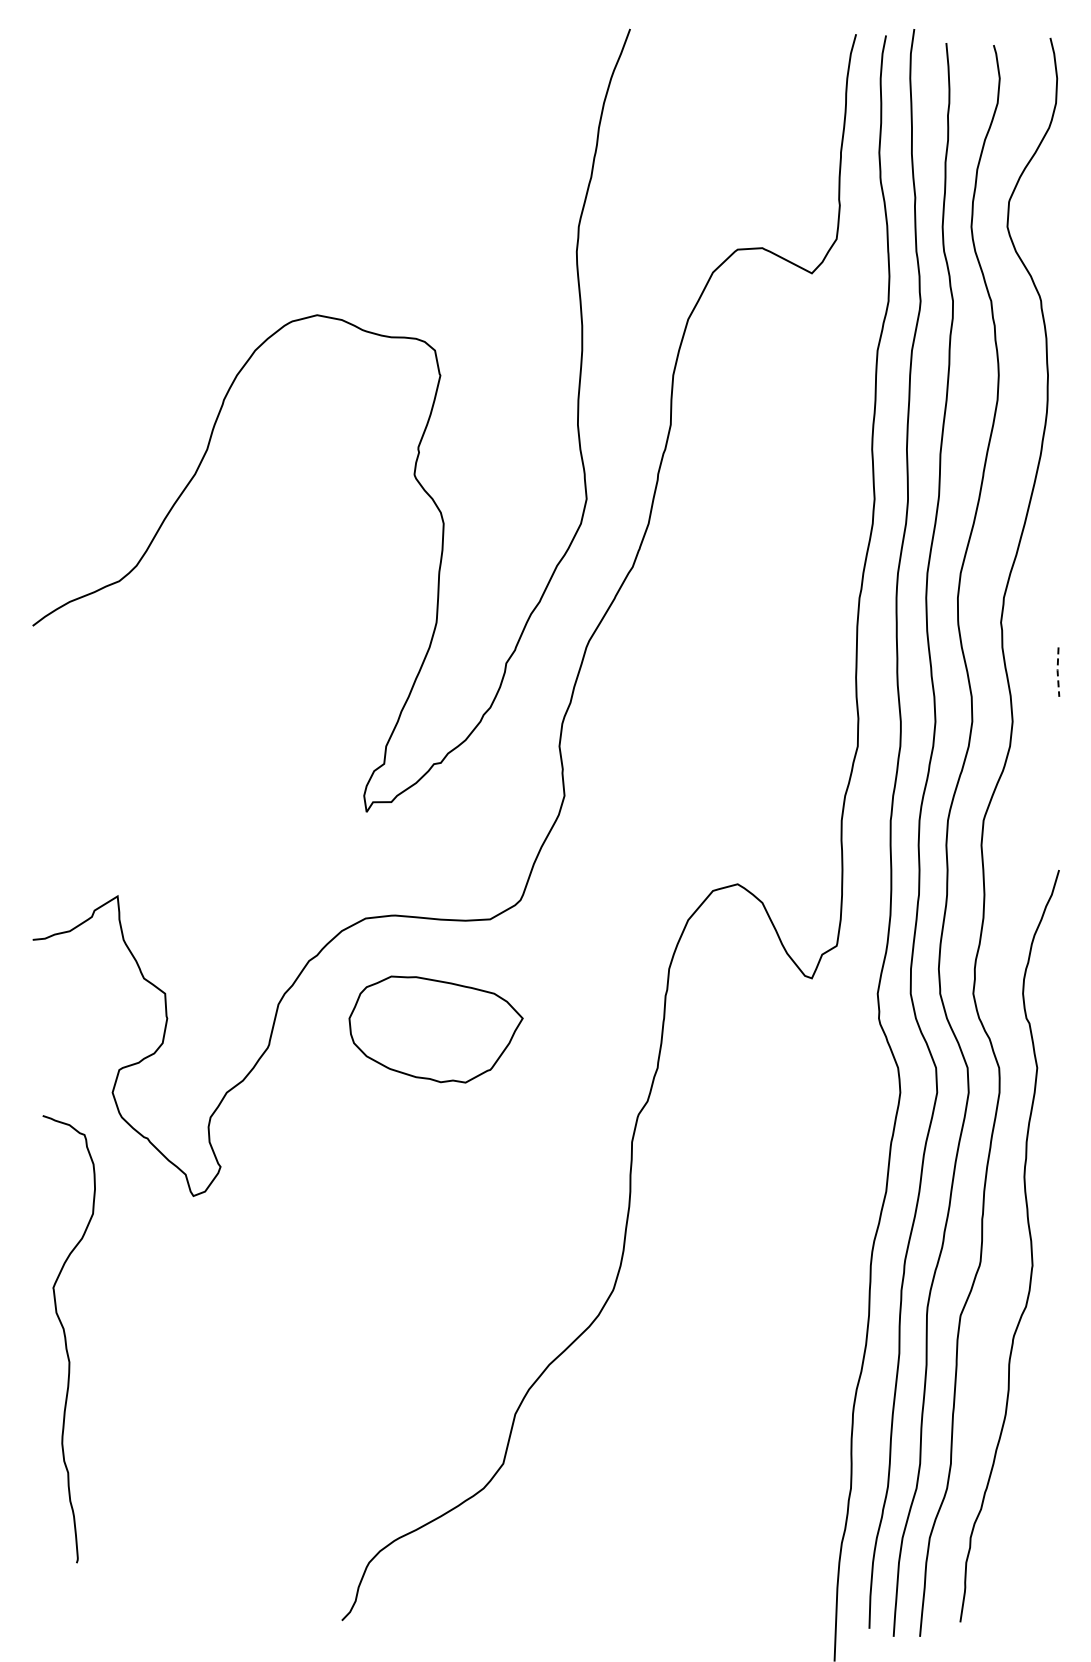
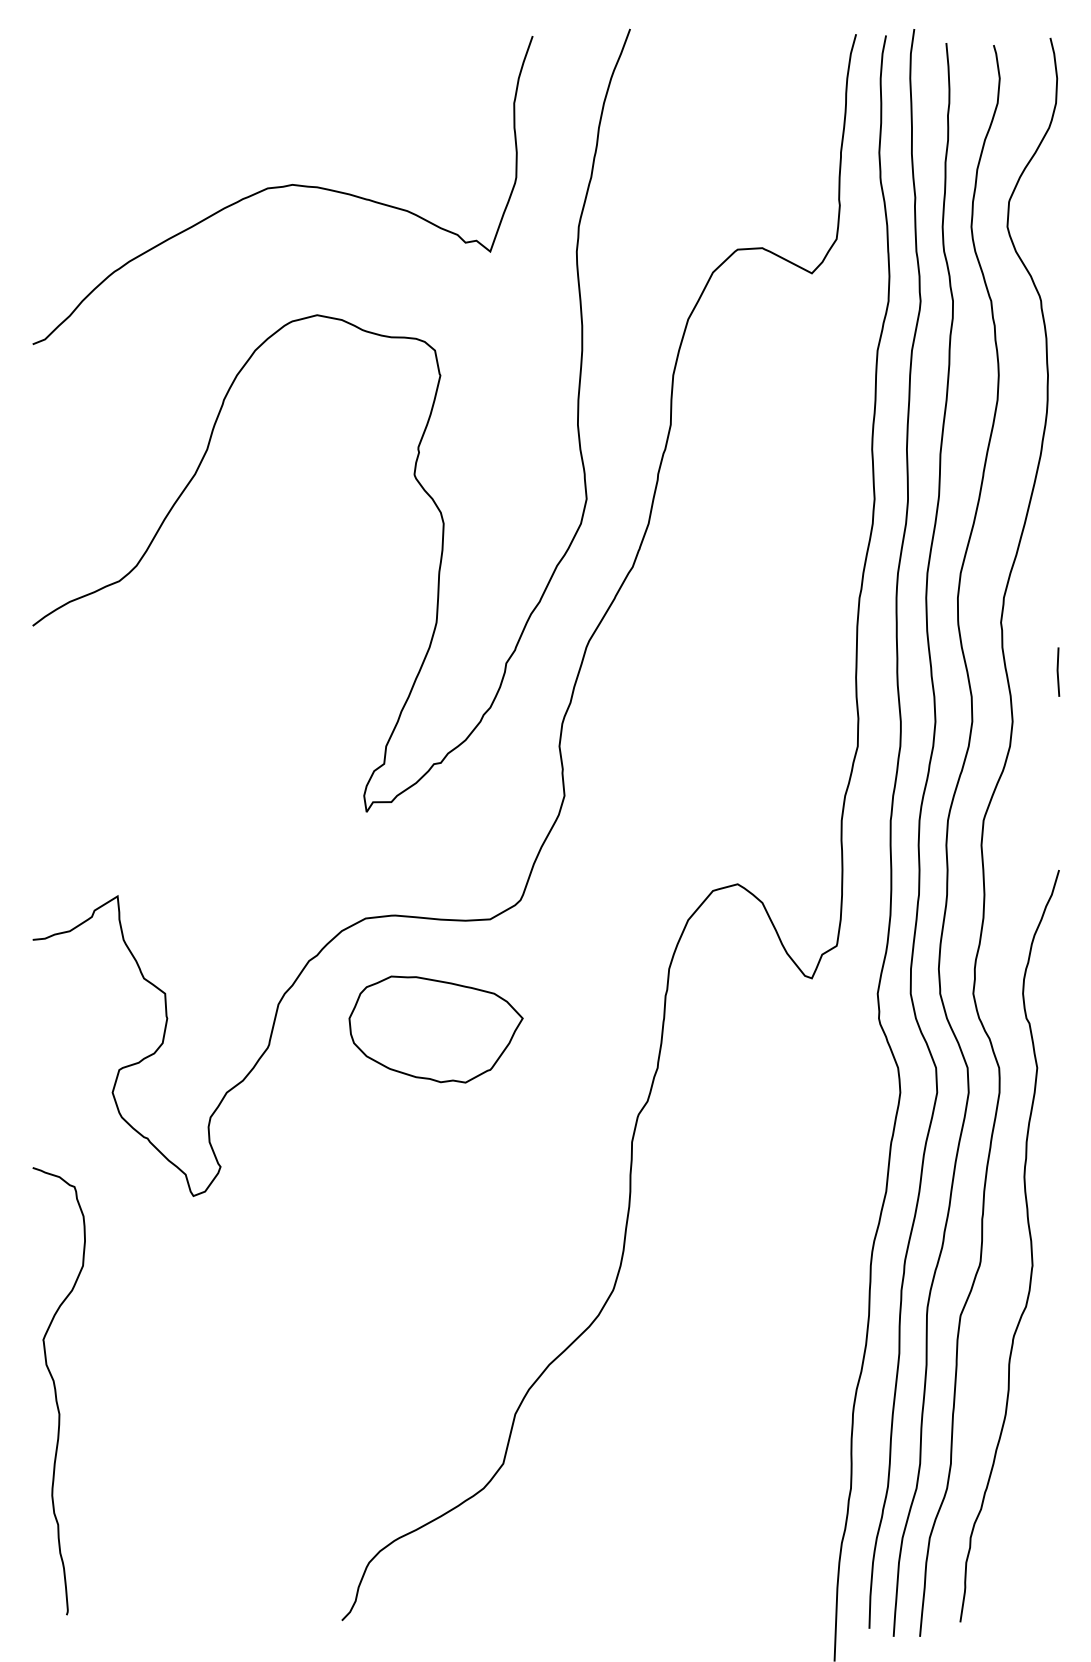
curve at (282, 187): none -> present
line at (1057, 671): dashed -> solid
curve at (66, 1339) position: (66, 1339) -> (56, 1391)
